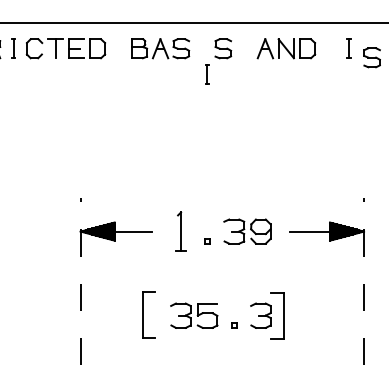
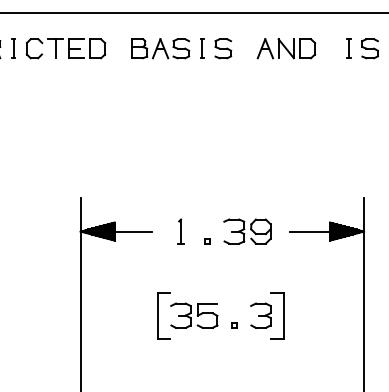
line at (193, 23) position: (193, 23) -> (193, 13)
part at (371, 57) position: (371, 57) -> (369, 48)
part at (207, 74) position: (207, 74) -> (202, 48)
part at (180, 231) size: 12x41 px -> 8x27 px
line at (80, 294): dashed -> solid
line at (364, 294): dashed -> solid
part at (148, 314) position: (148, 314) -> (163, 315)
